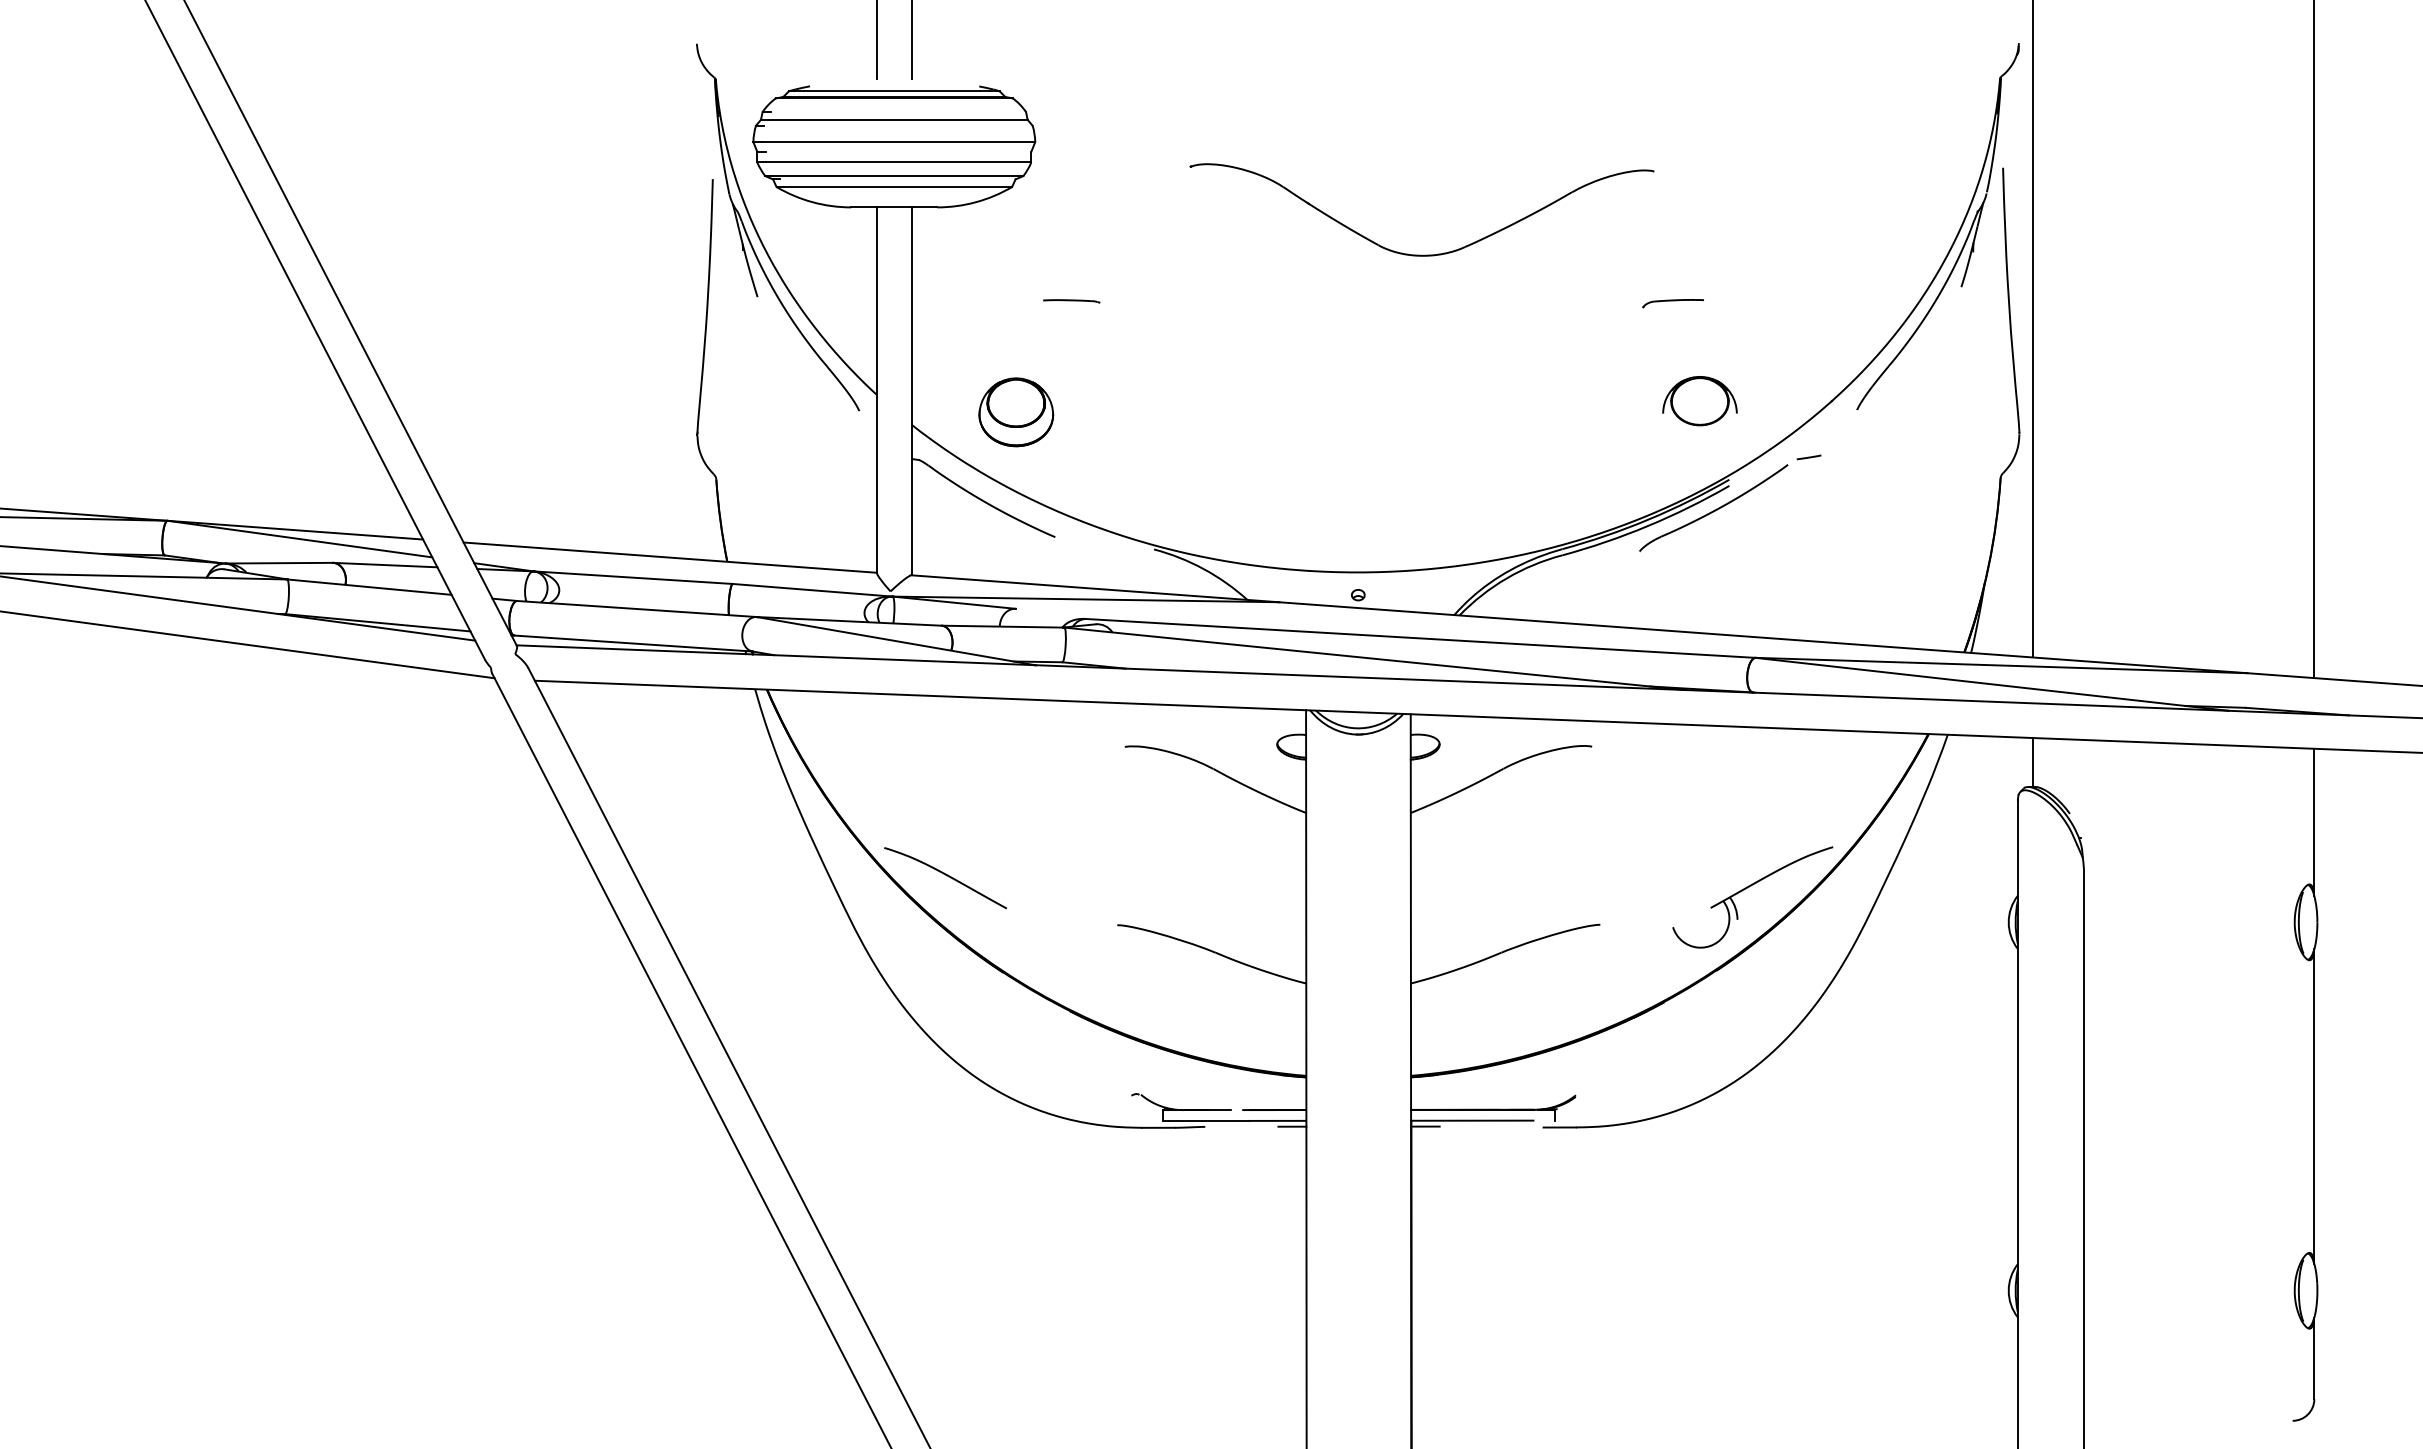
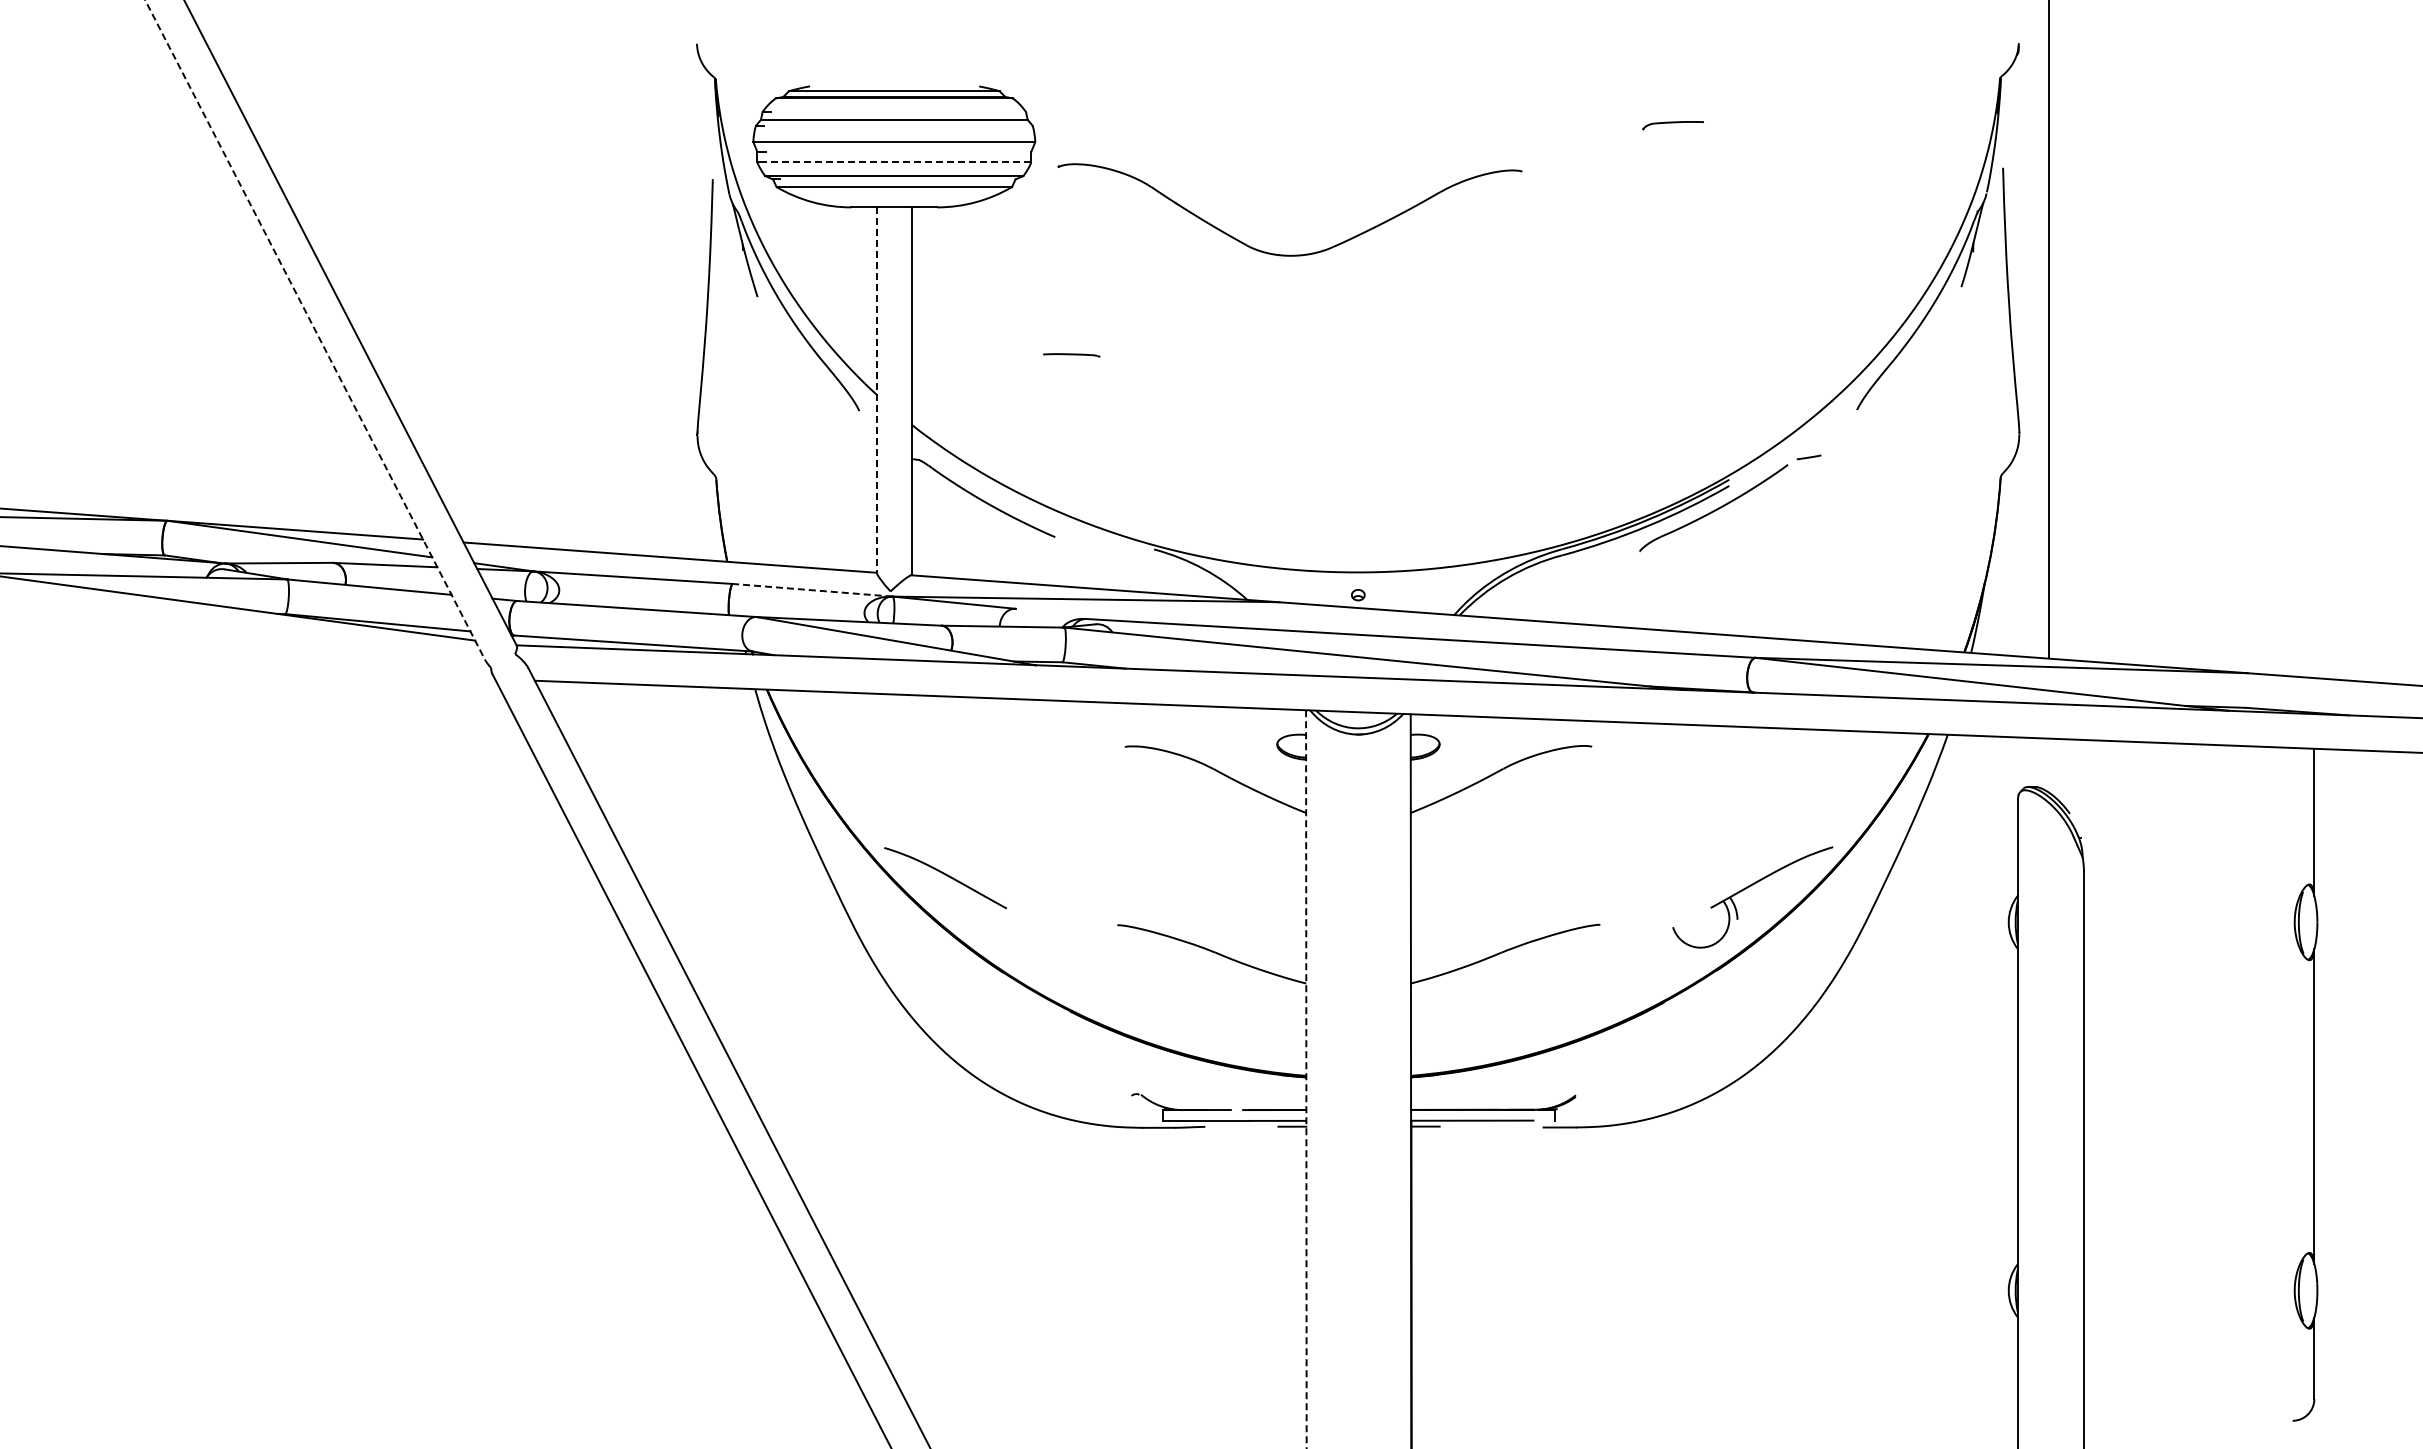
line at (876, 40): present -> none
line at (911, 40): present -> none
line at (898, 162): solid -> dashed
part at (1421, 254) position: (1421, 254) -> (1289, 254)
part at (1071, 301) position: (1071, 301) -> (1071, 355)
part at (1672, 303) position: (1672, 303) -> (1672, 125)
line at (315, 329): solid -> dashed
line at (2032, 329) position: (2032, 329) -> (2048, 329)
line at (2314, 340): present -> none
line at (876, 390): solid -> dashed
part at (1699, 401): present -> none
part at (1016, 412): present -> none
line at (812, 590): solid -> dashed
line at (248, 644): present -> none
line at (2032, 762): present -> none
line at (1306, 1079): solid -> dashed
